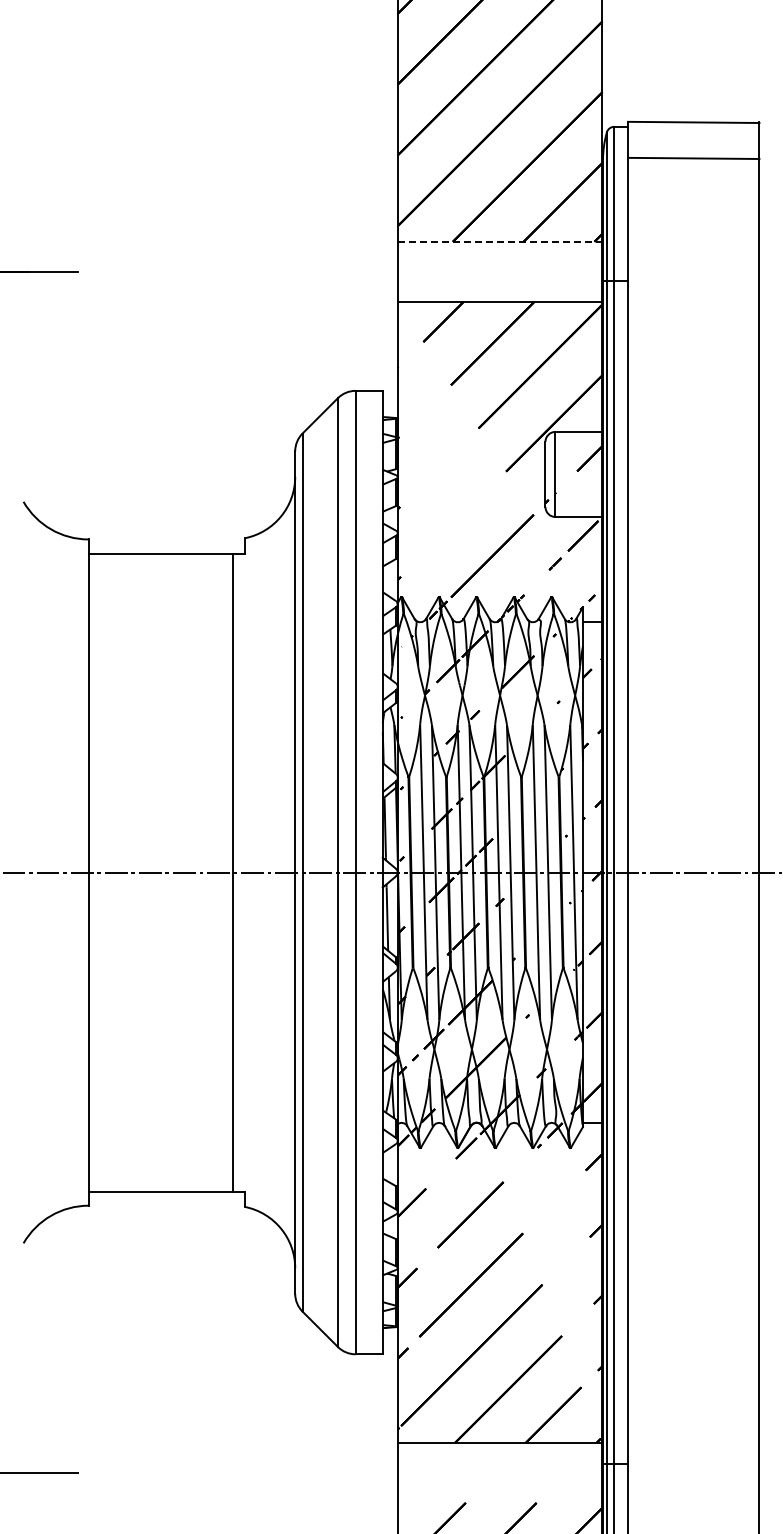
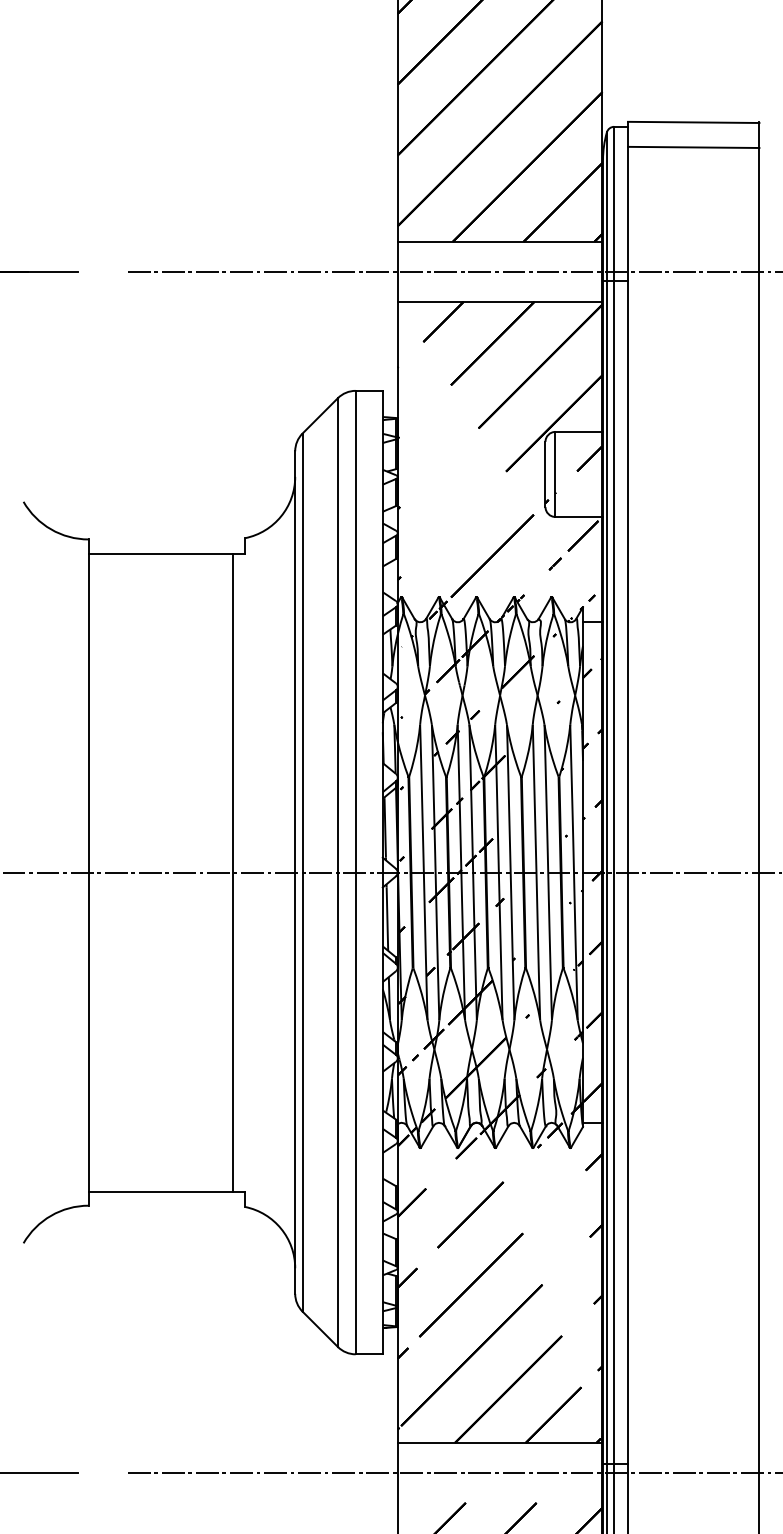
line at (693, 158) position: (693, 158) -> (693, 147)
line at (500, 241): dashed -> solid
line at (453, 271): none -> present
line at (453, 1472): none -> present
